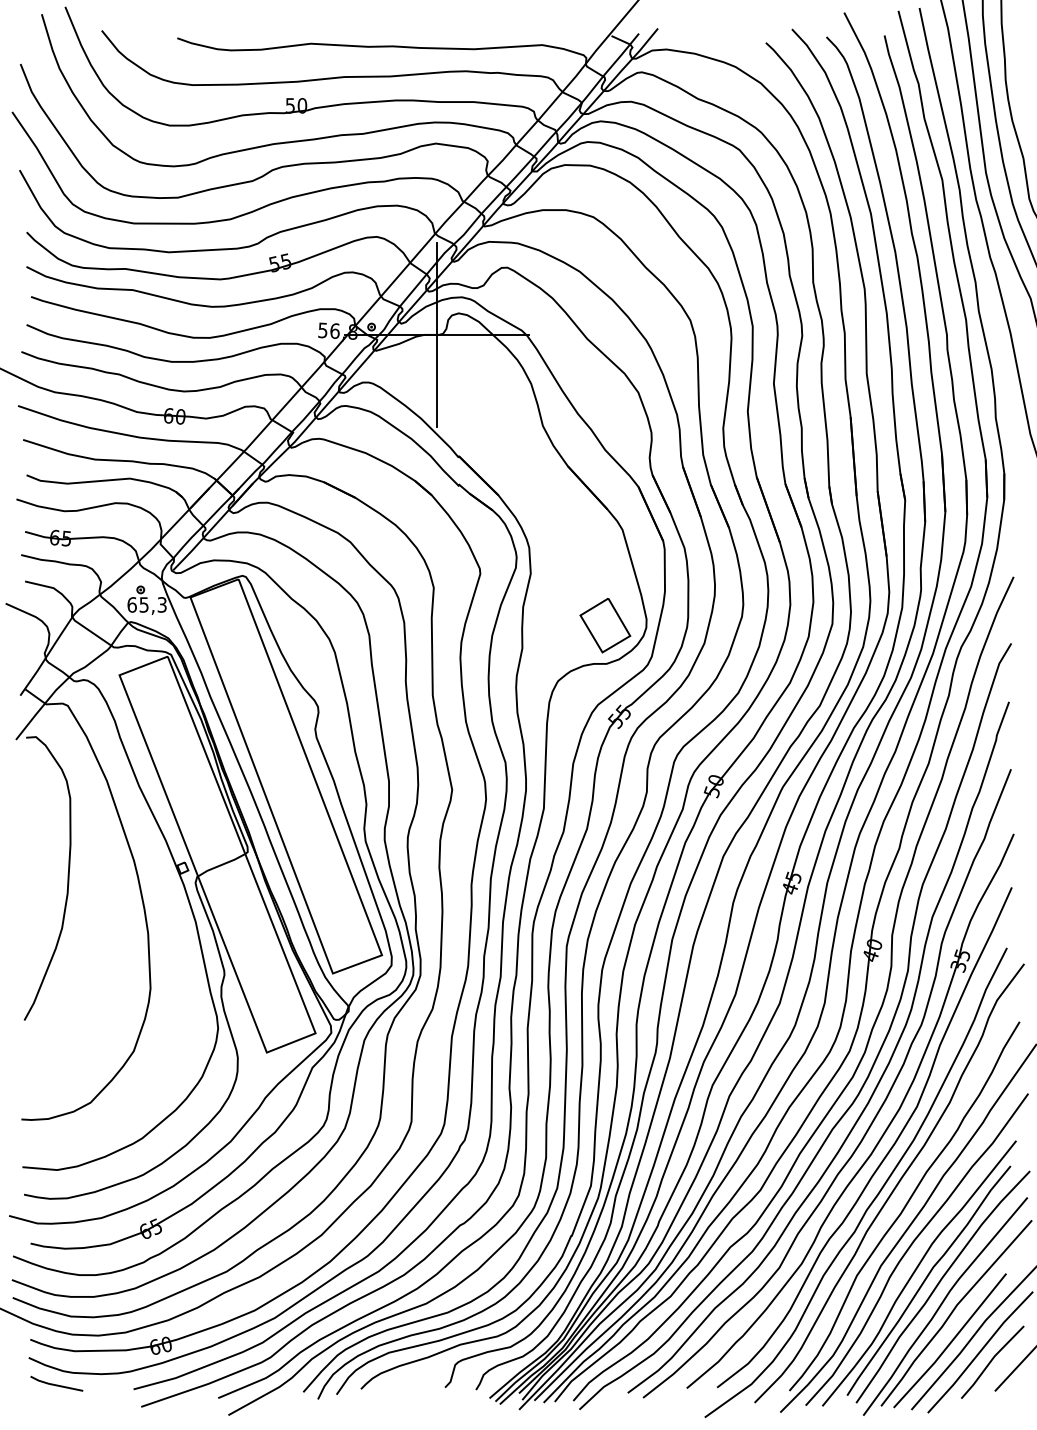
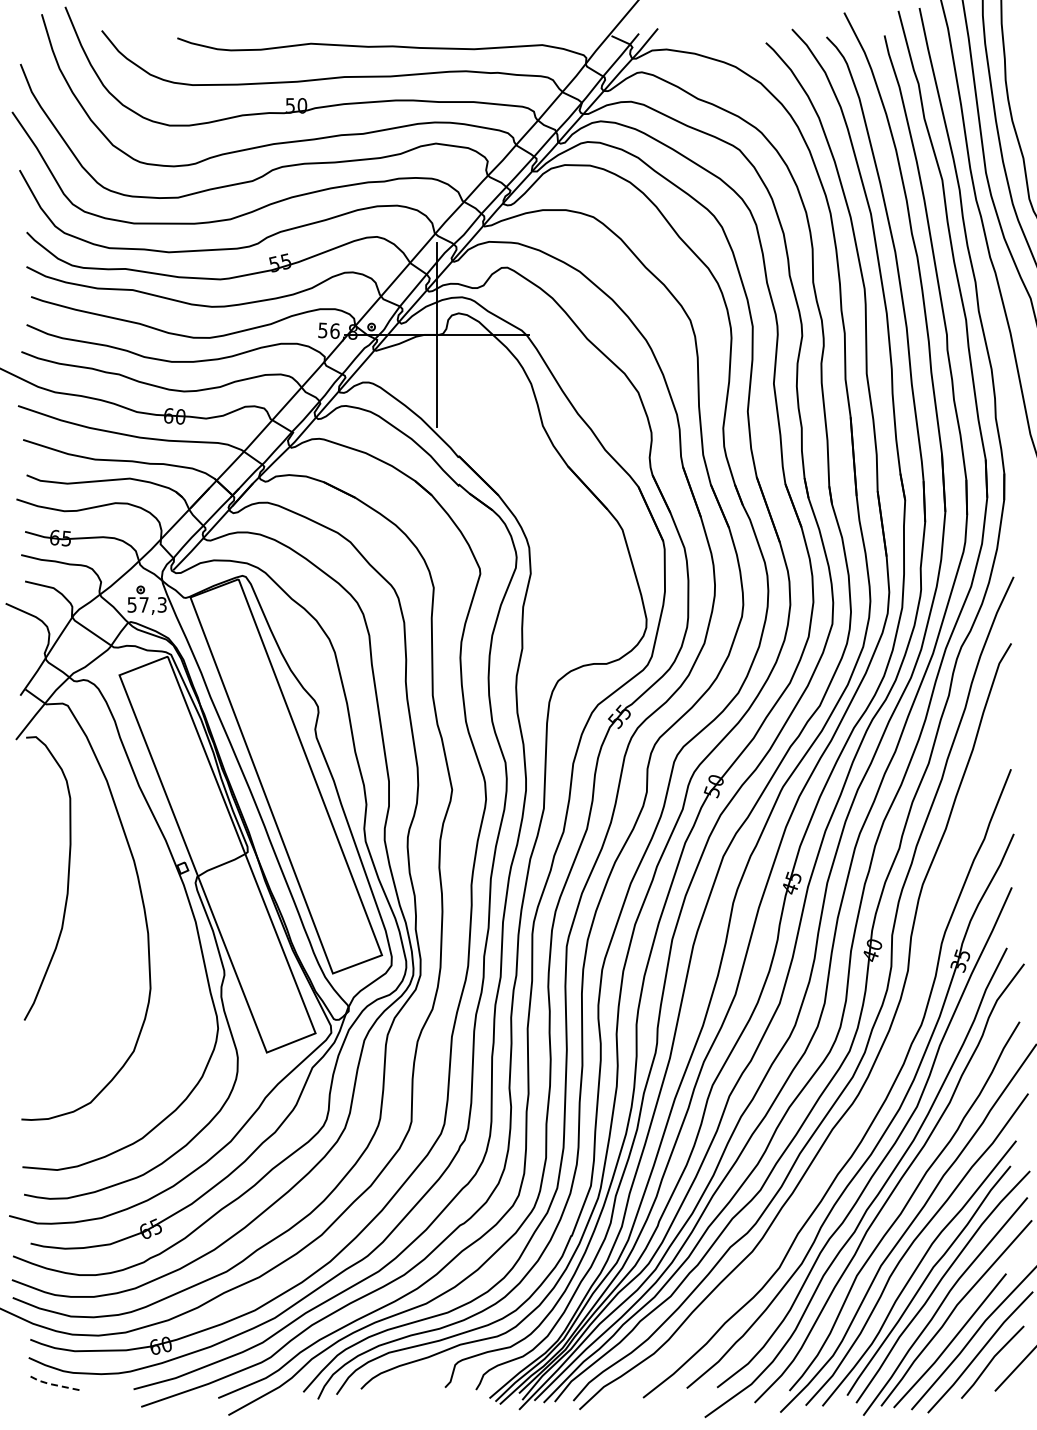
text at (137, 604): 65,3 -> 57,3
part at (605, 625): present -> none
curve at (877, 1082): present -> none
line at (55, 1385): solid -> dashed
